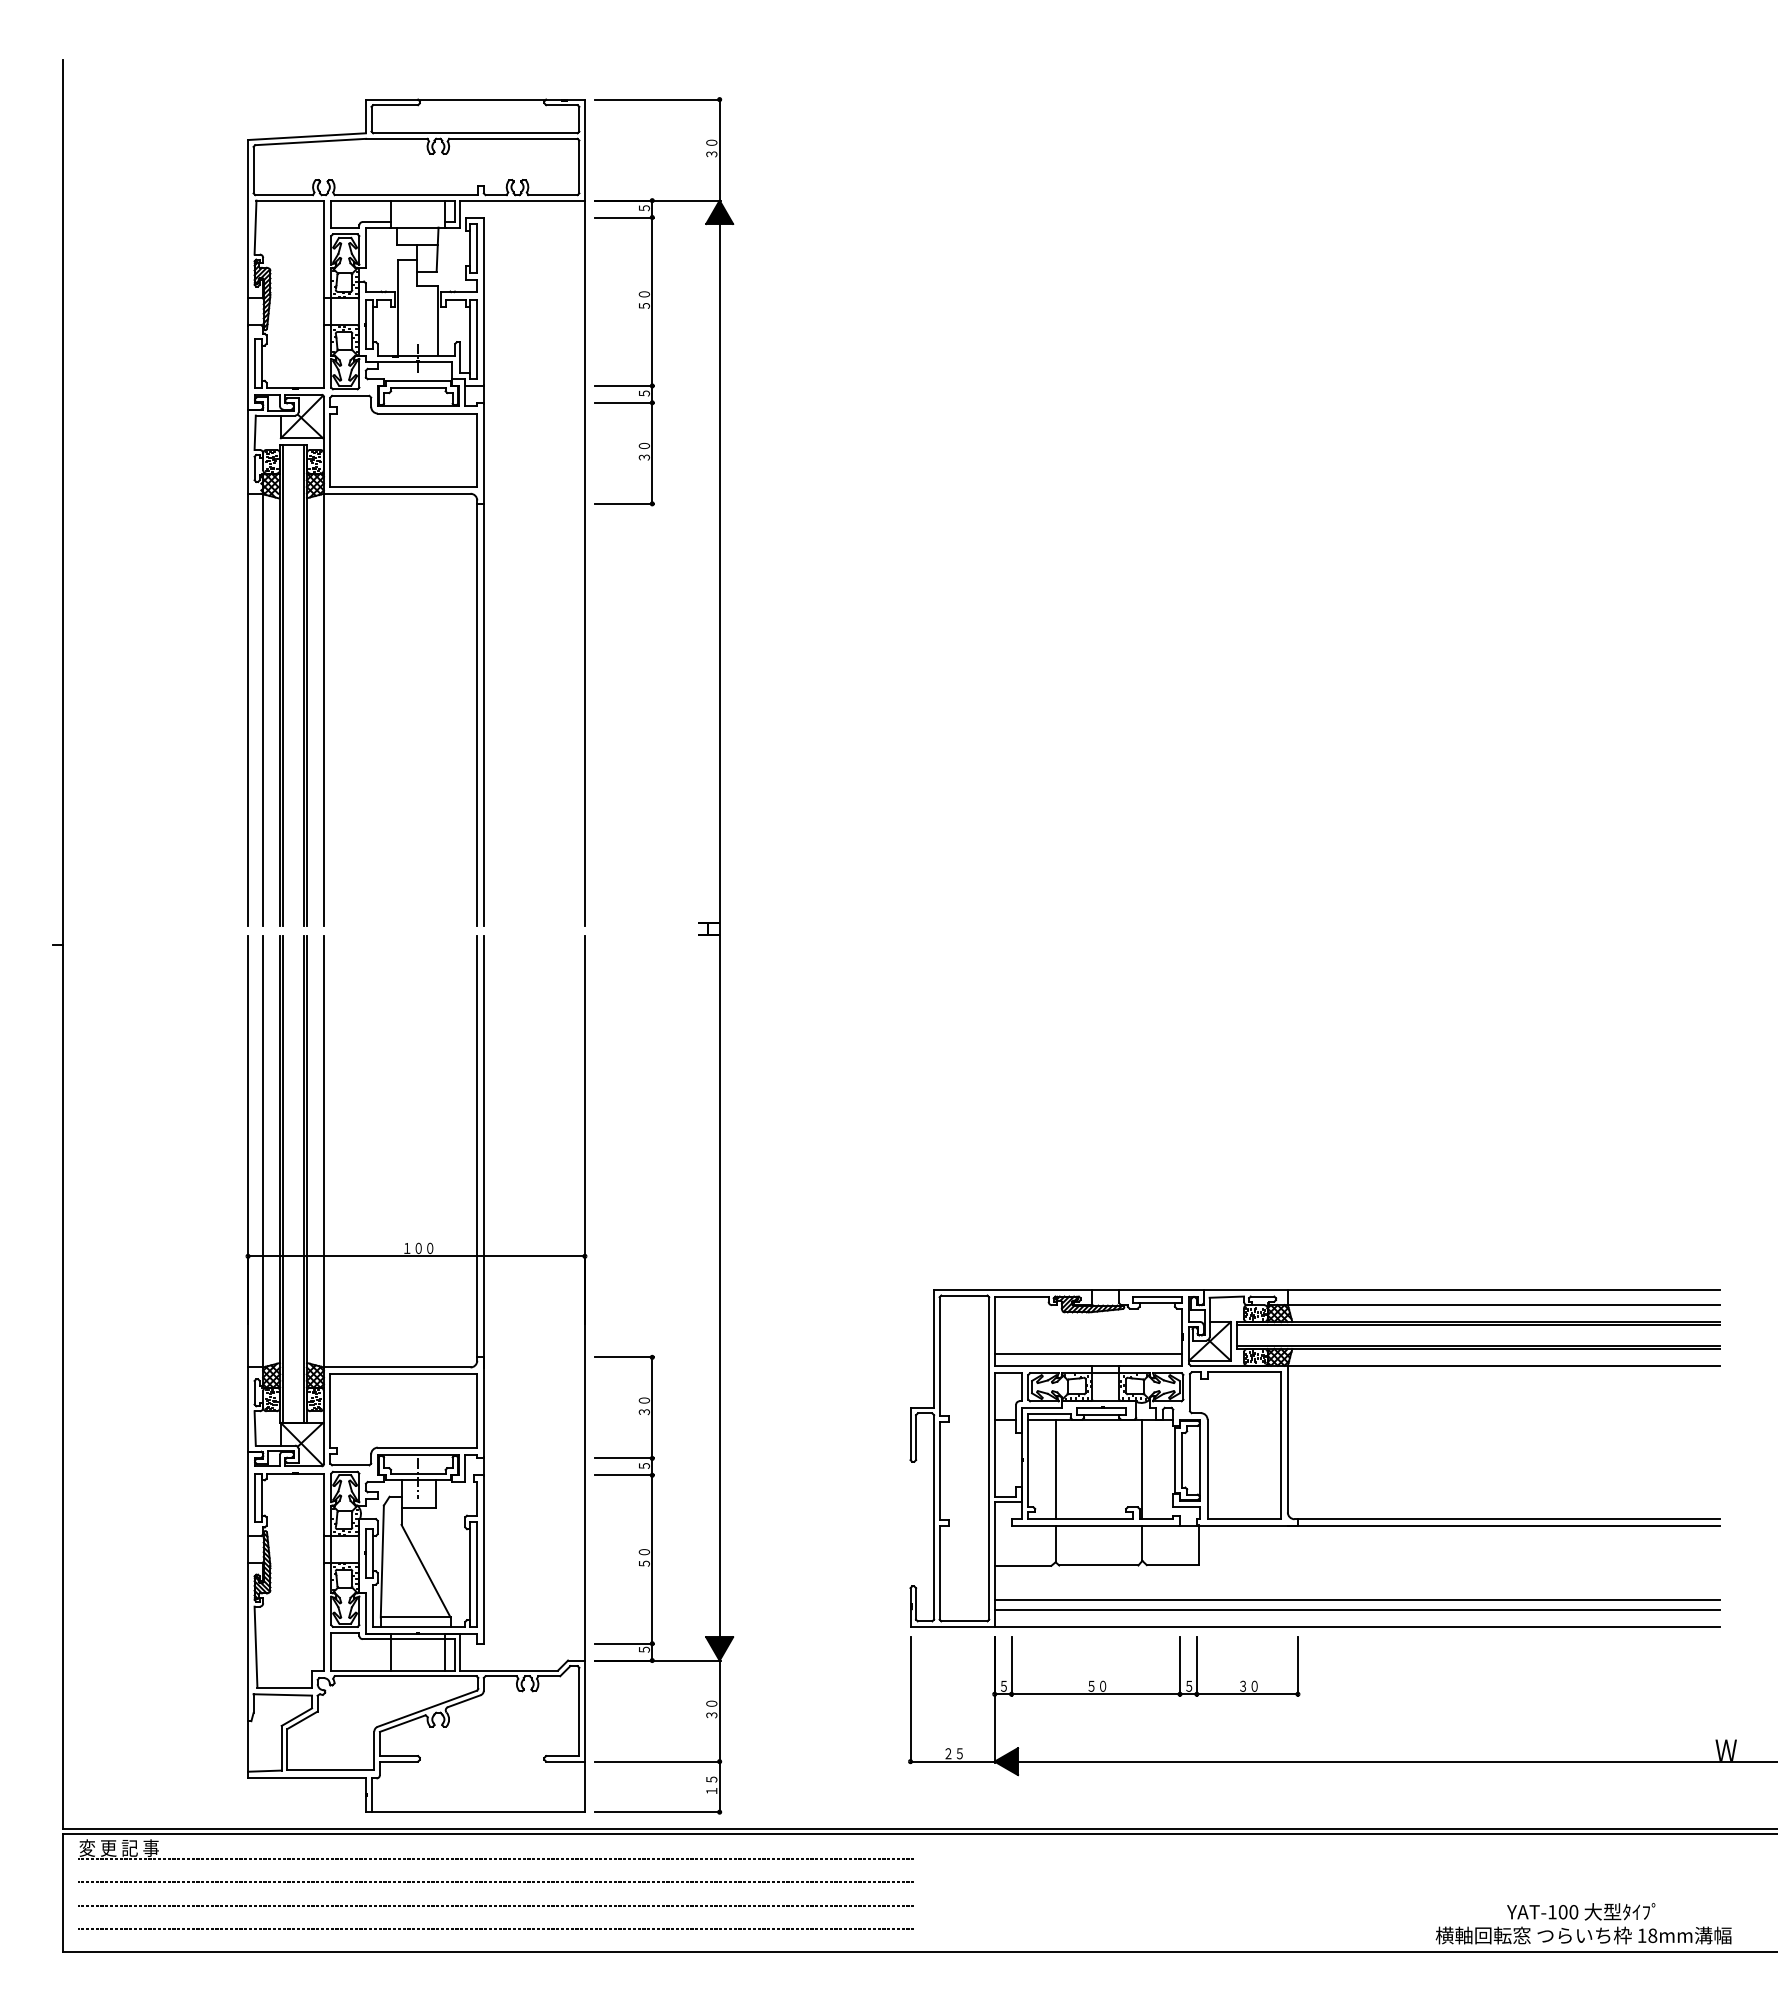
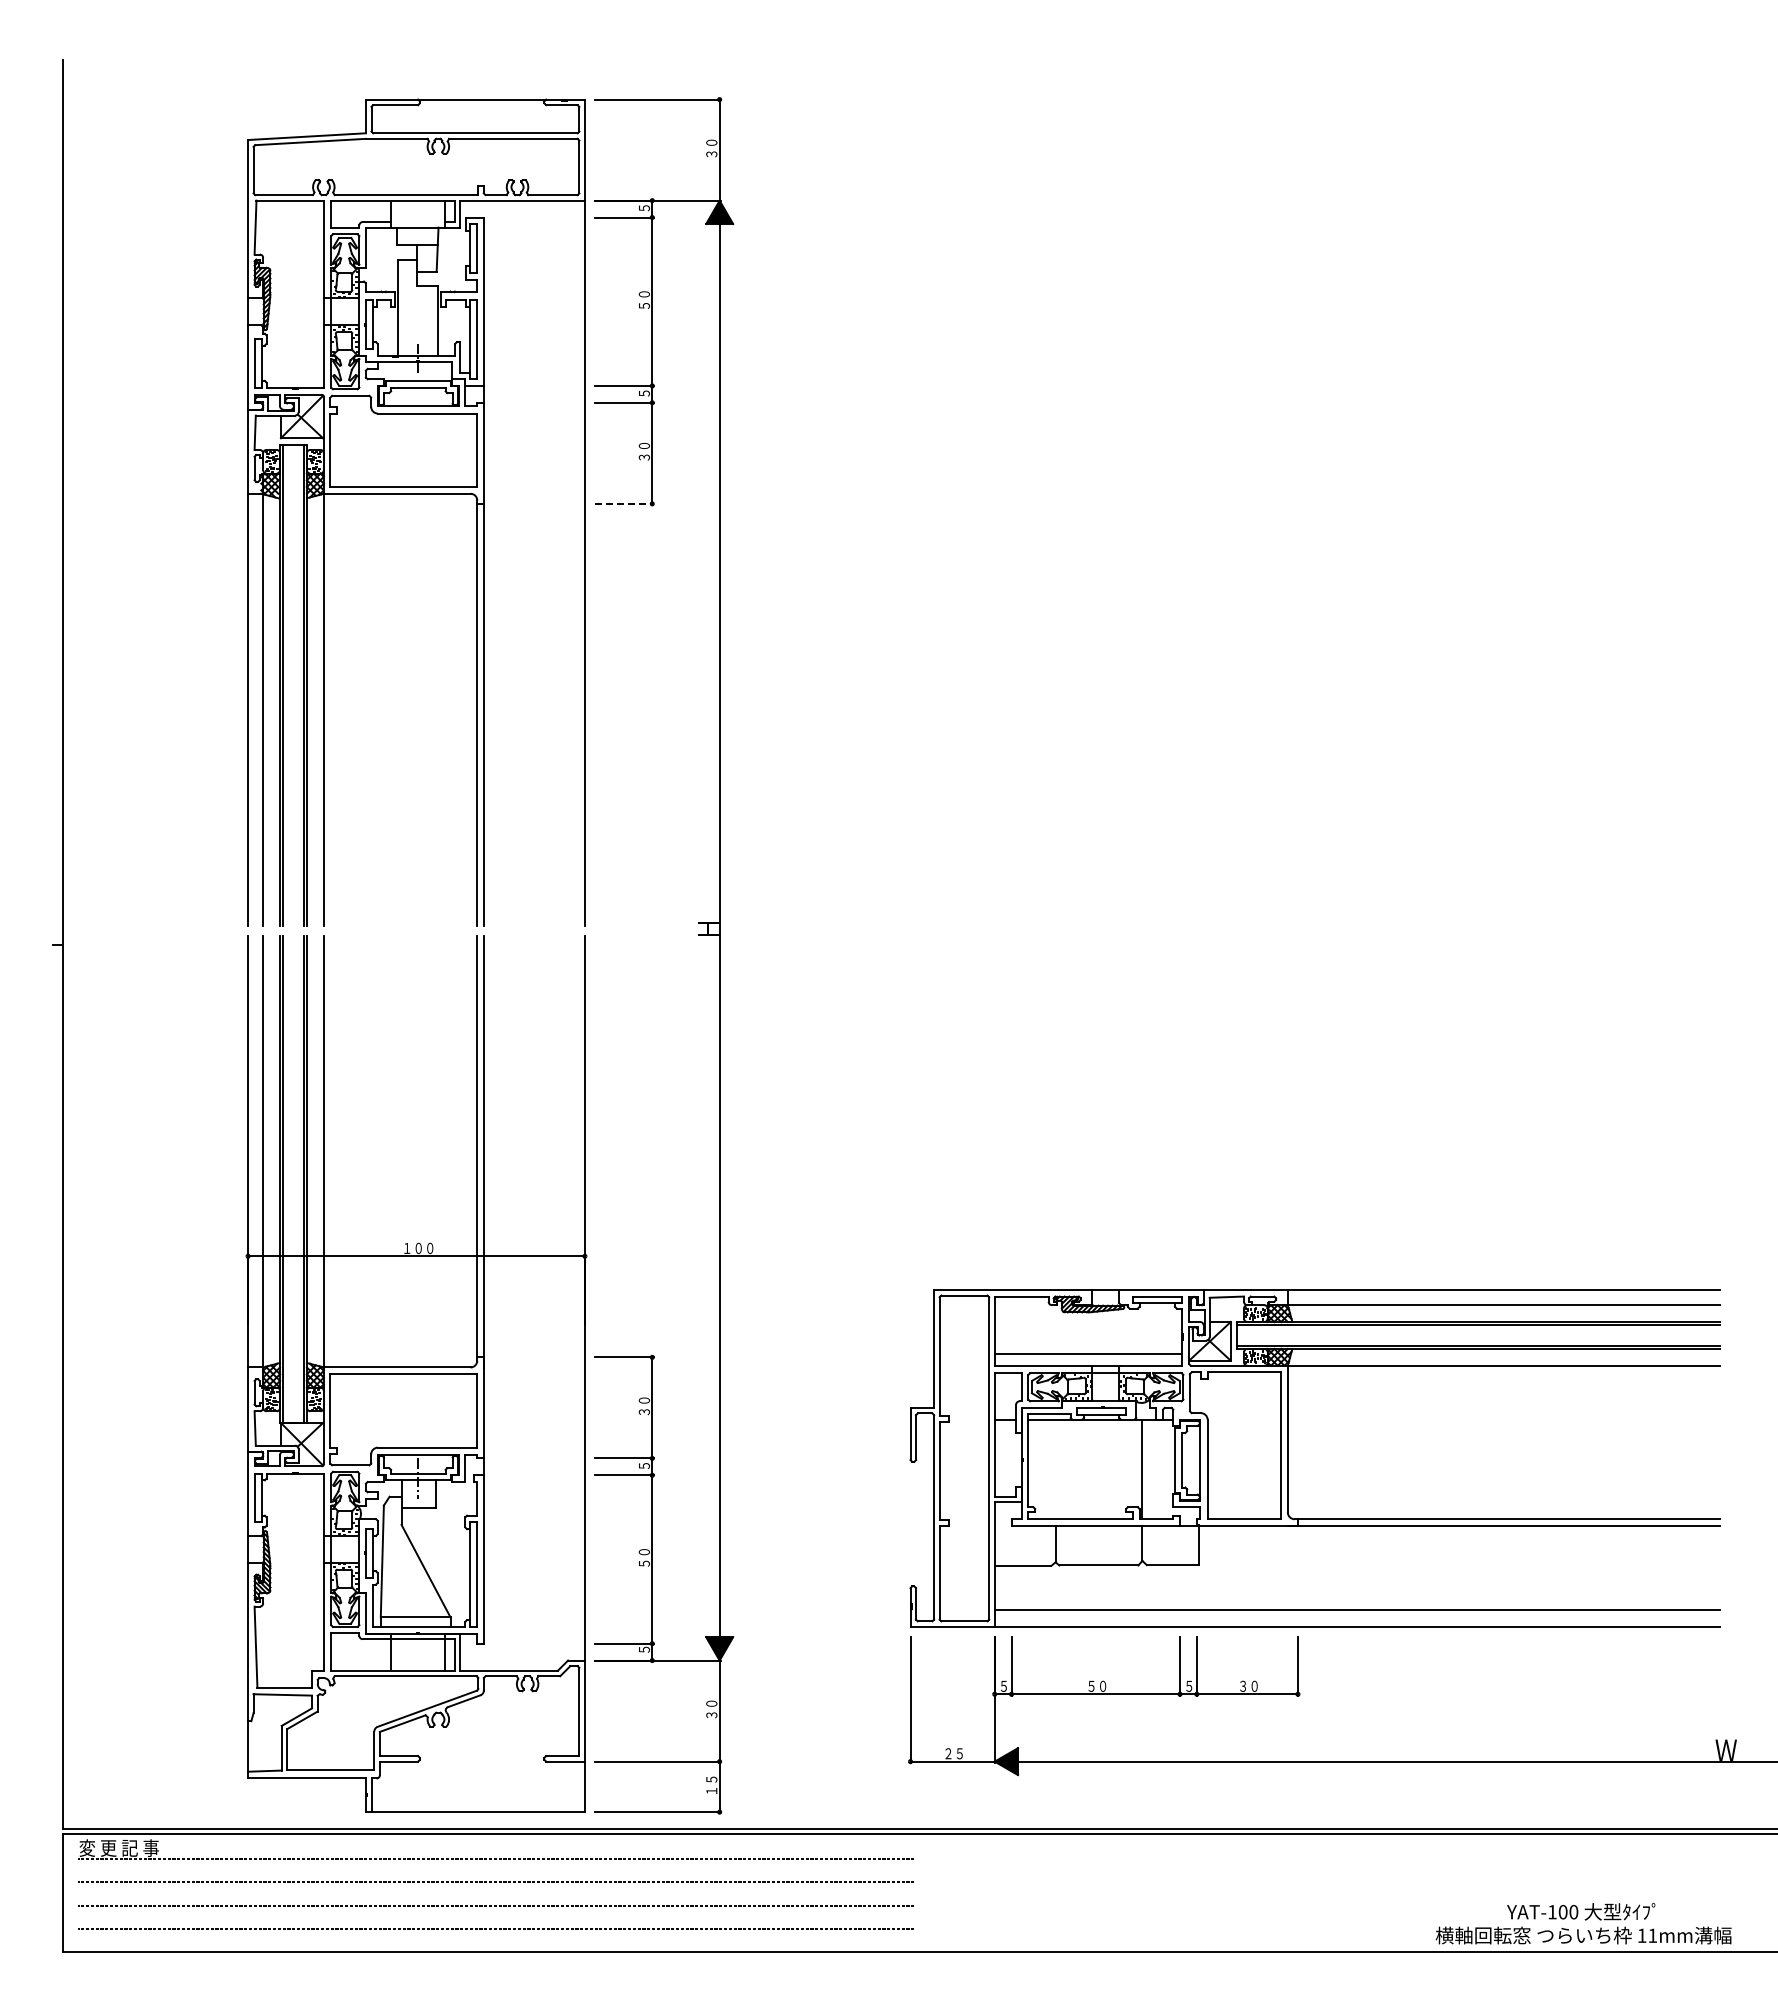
line at (625, 503): solid -> dashed
line at (1055, 1469): present -> none
line at (1356, 1599): present -> none
text at (1652, 1935): 18mm -> 11mm
